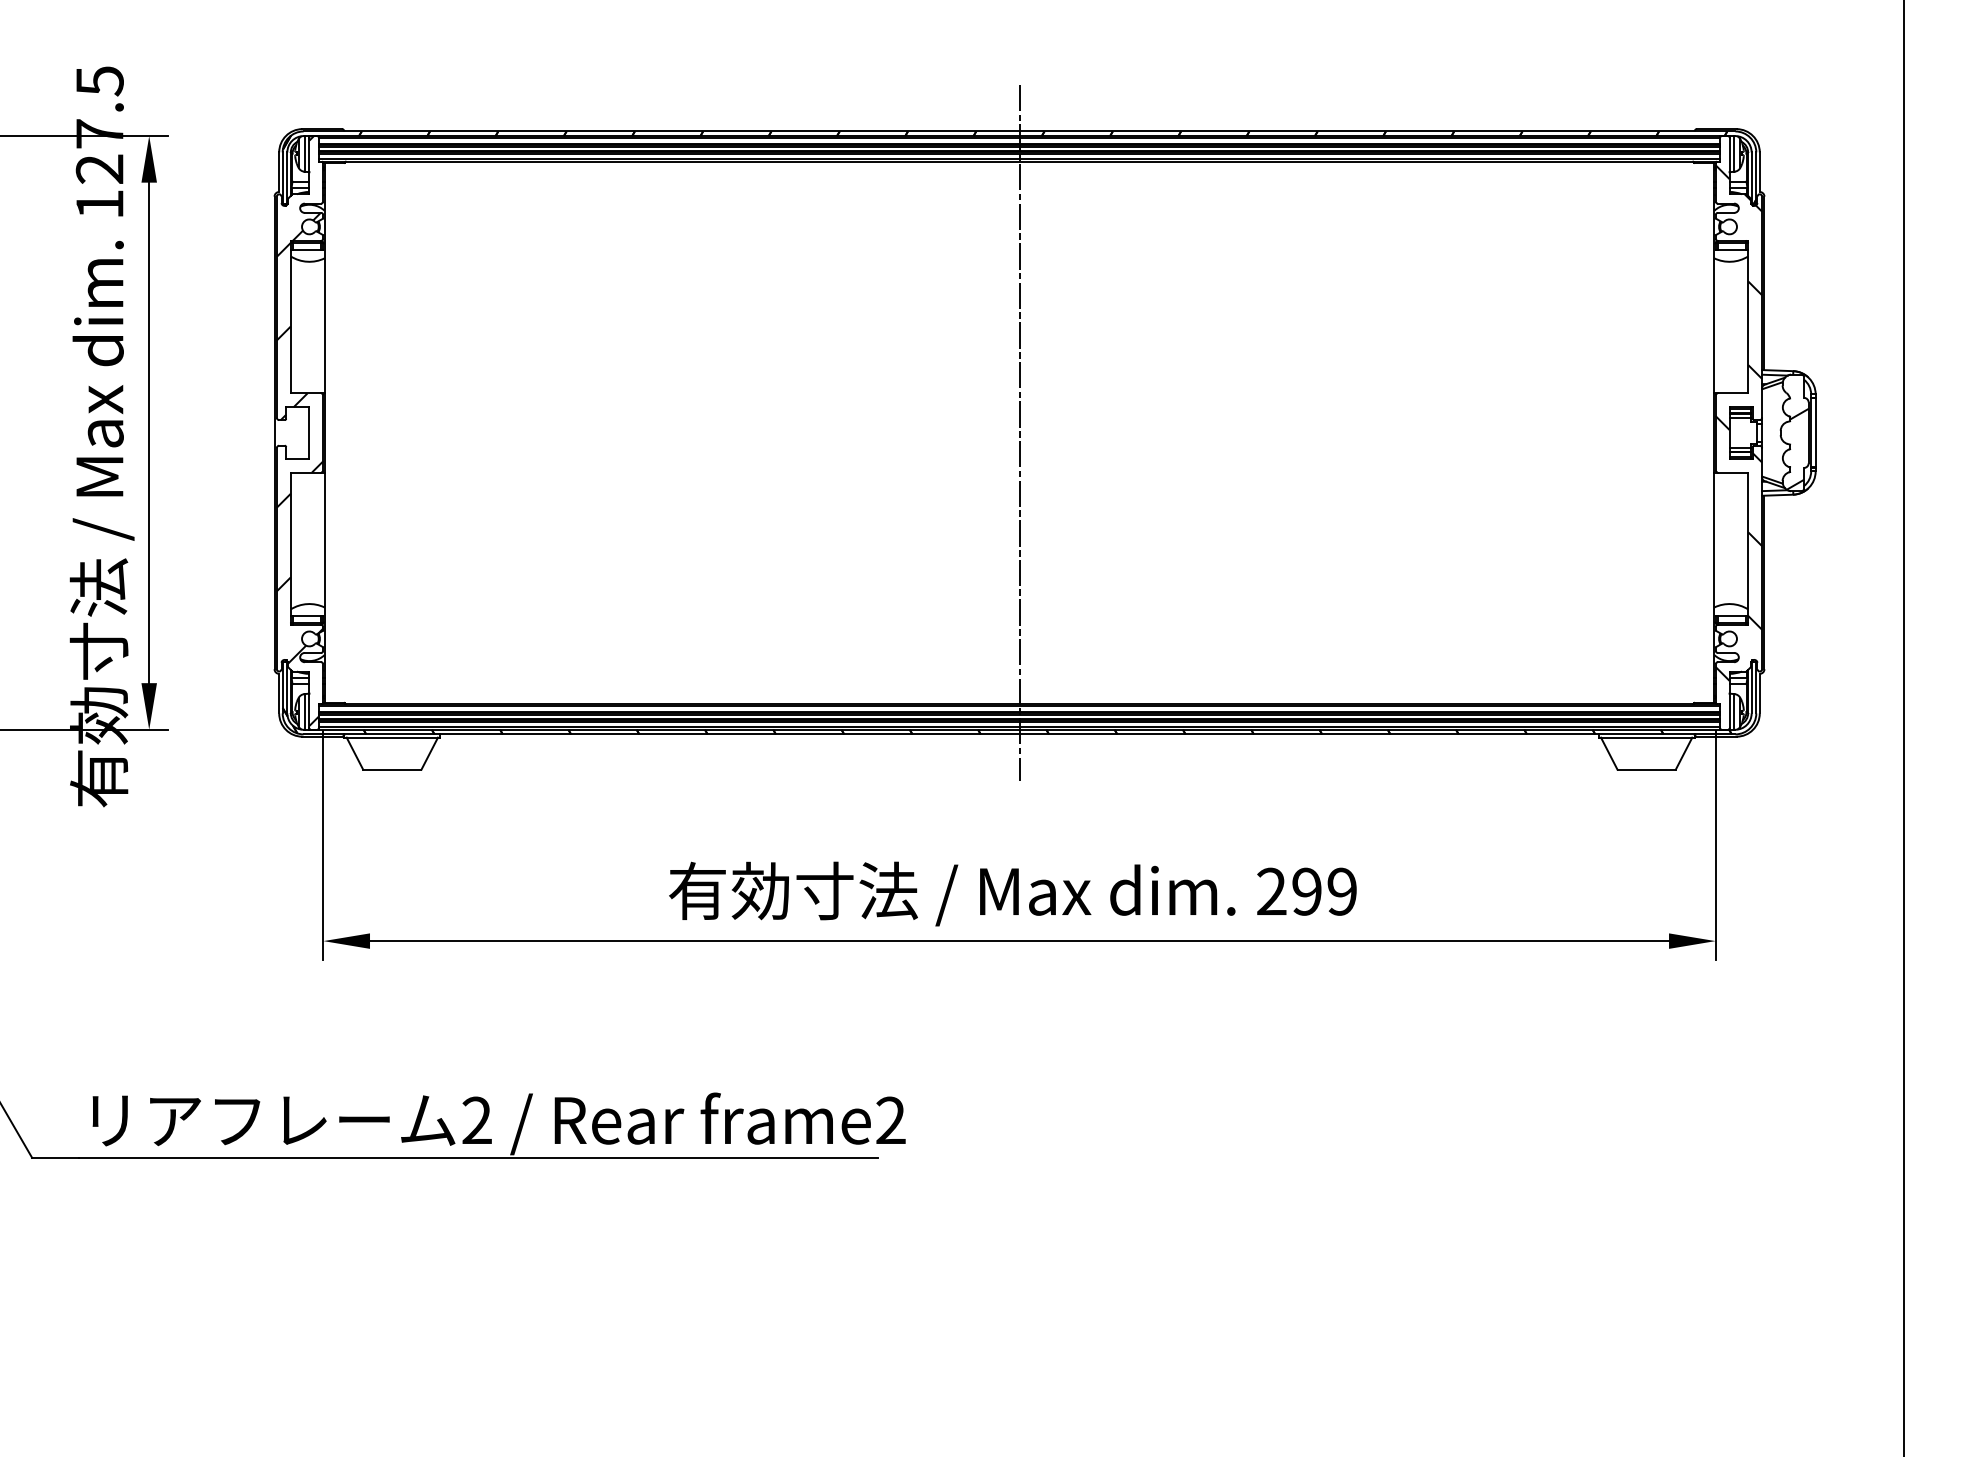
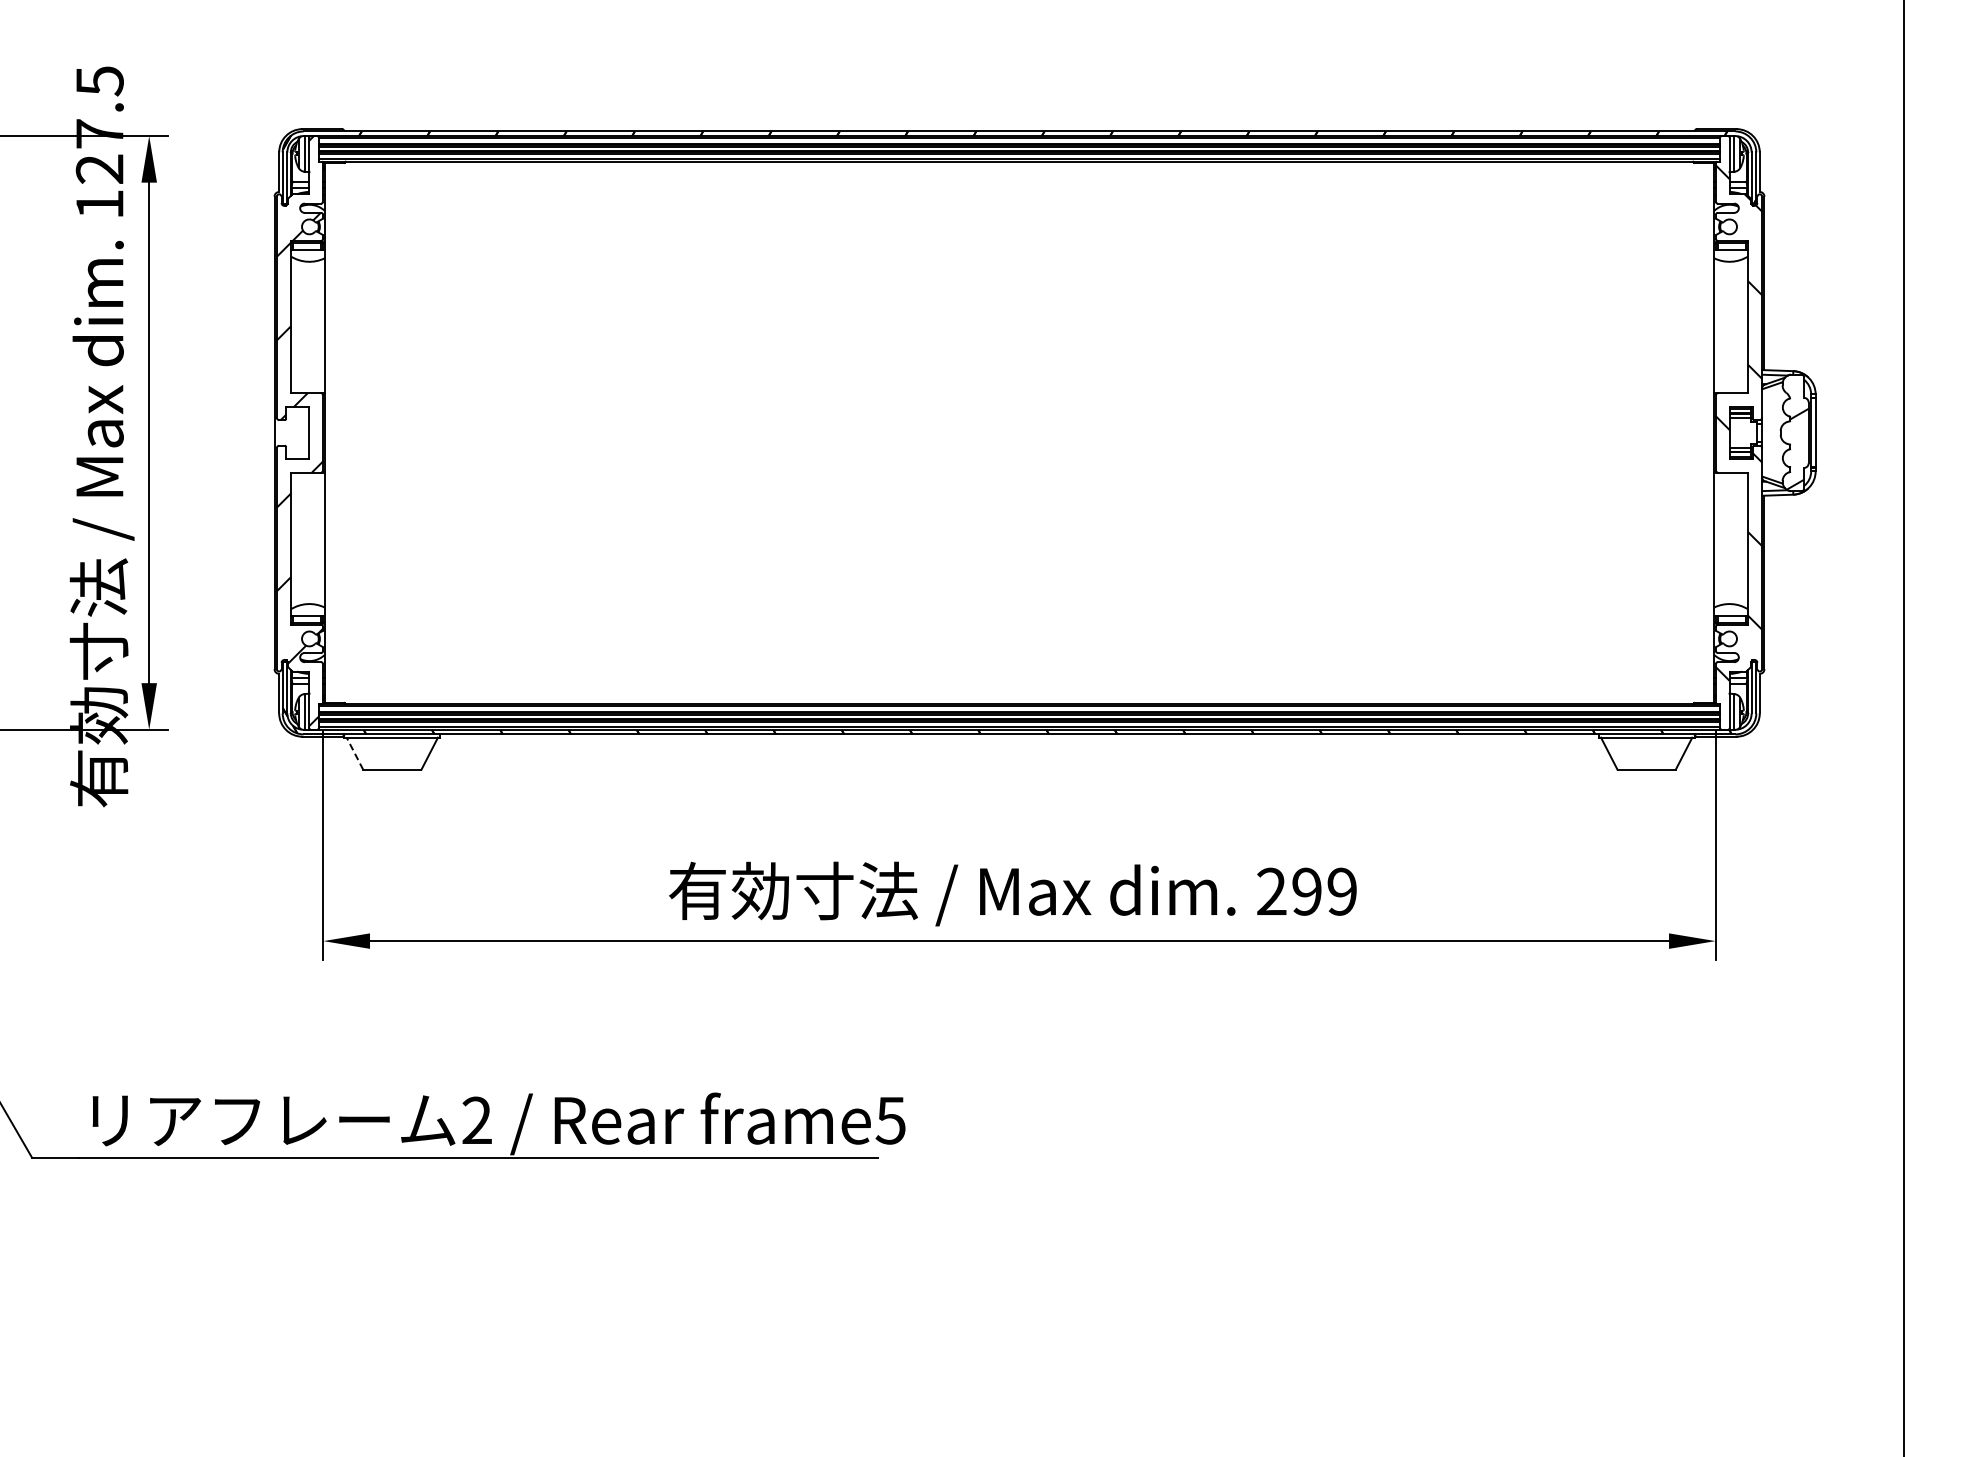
line at (1019, 432): present -> none
line at (354, 753): solid -> dashed
text at (890, 1120): frame2 -> frame5
